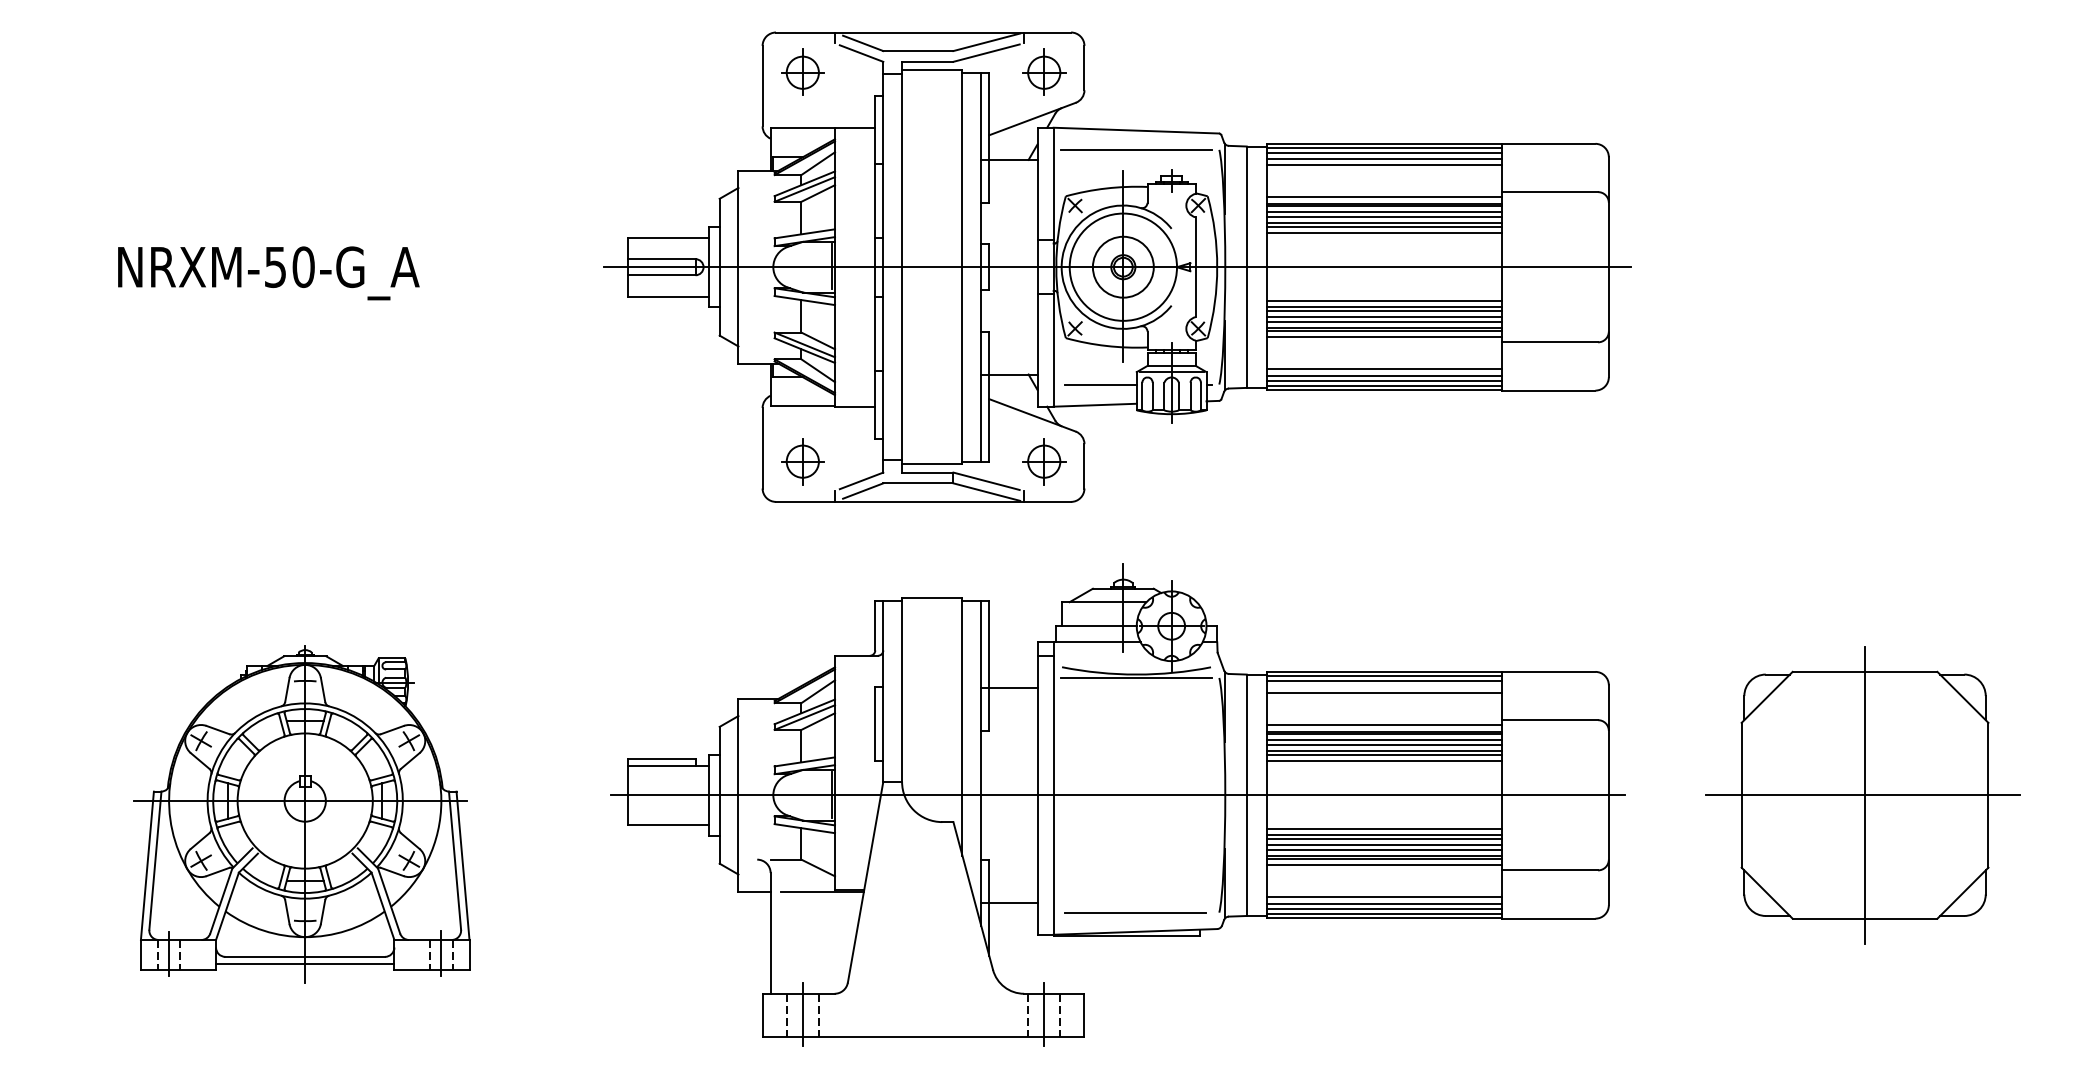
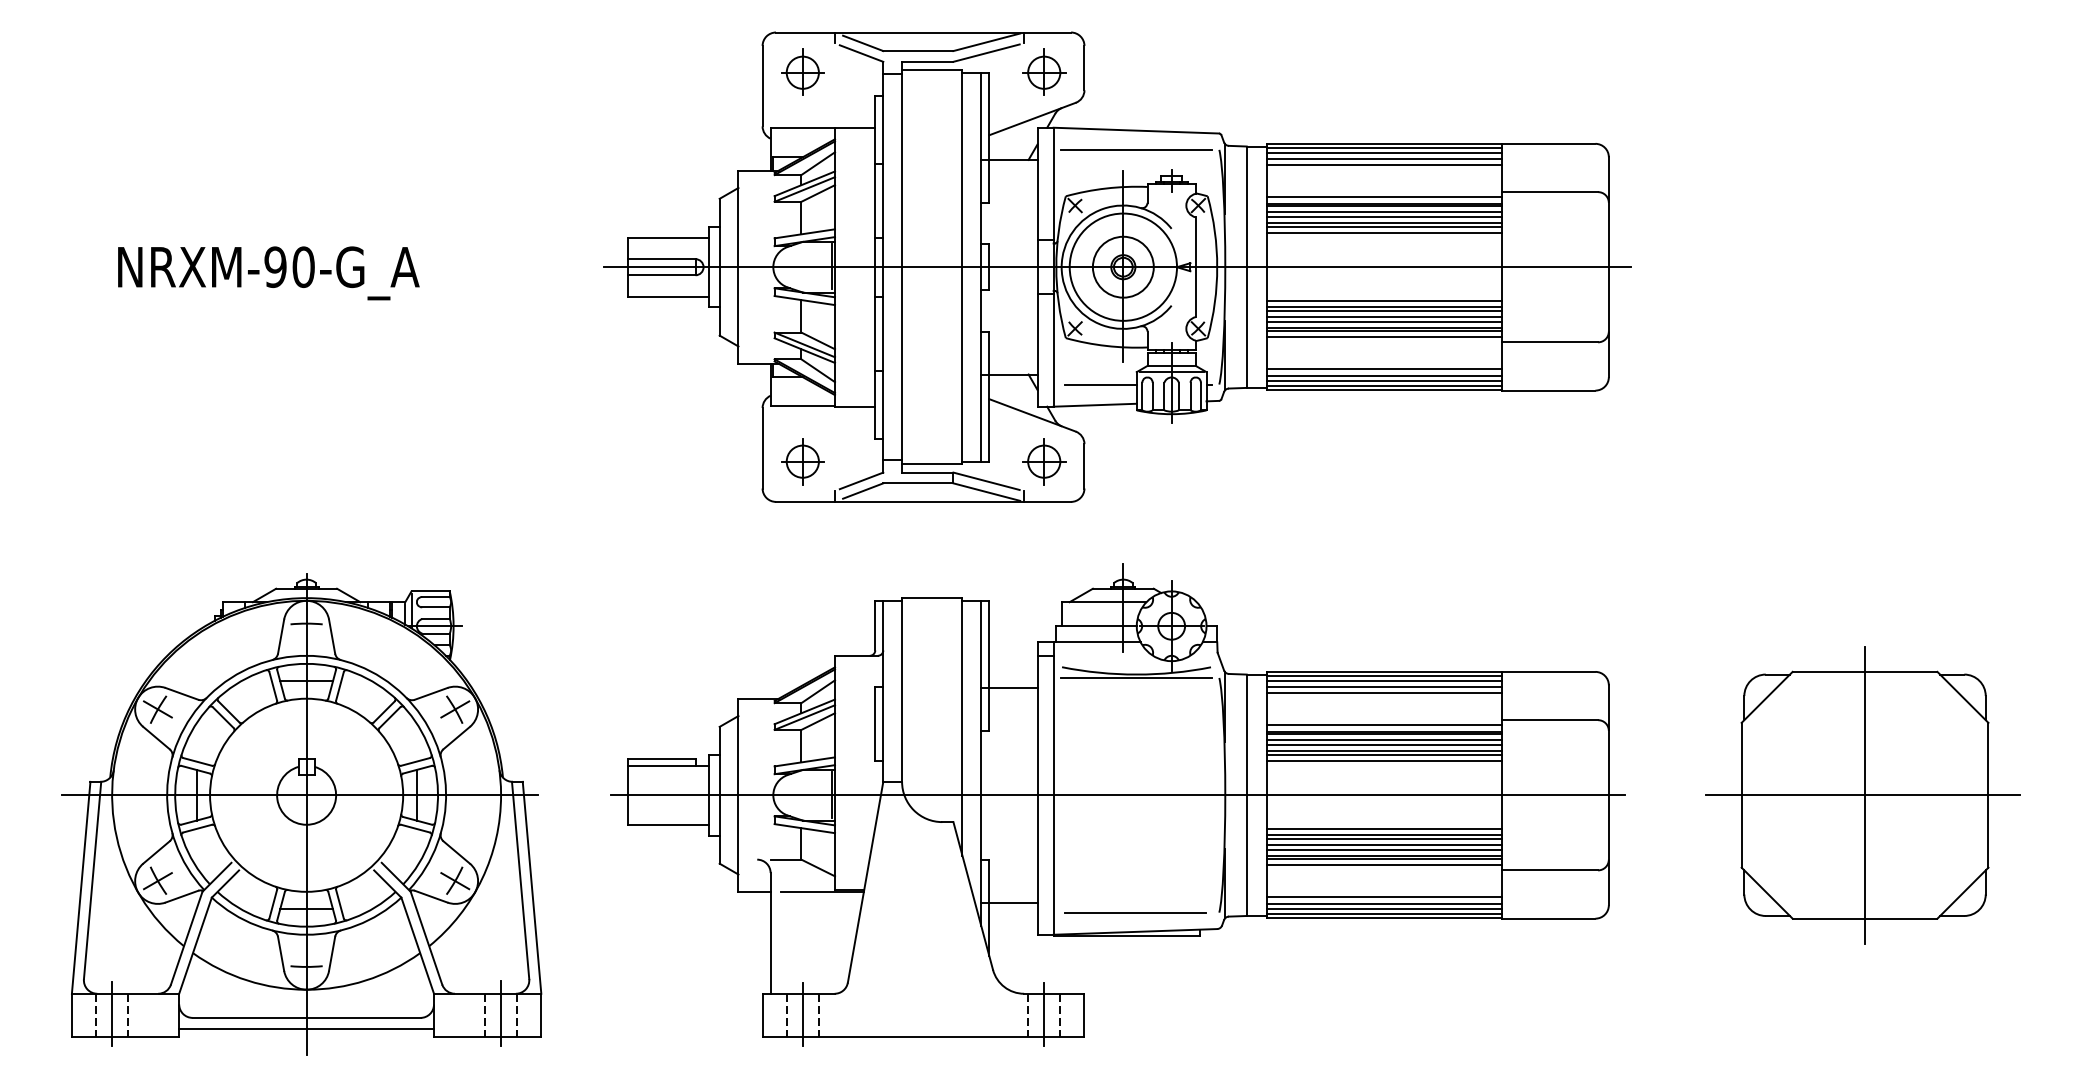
text at (275, 266): NRXM-50-G_A -> NRXM-90-G_A
line at (1383, 686): none -> present
part at (301, 814) size: 338x339 px -> 482x483 px
